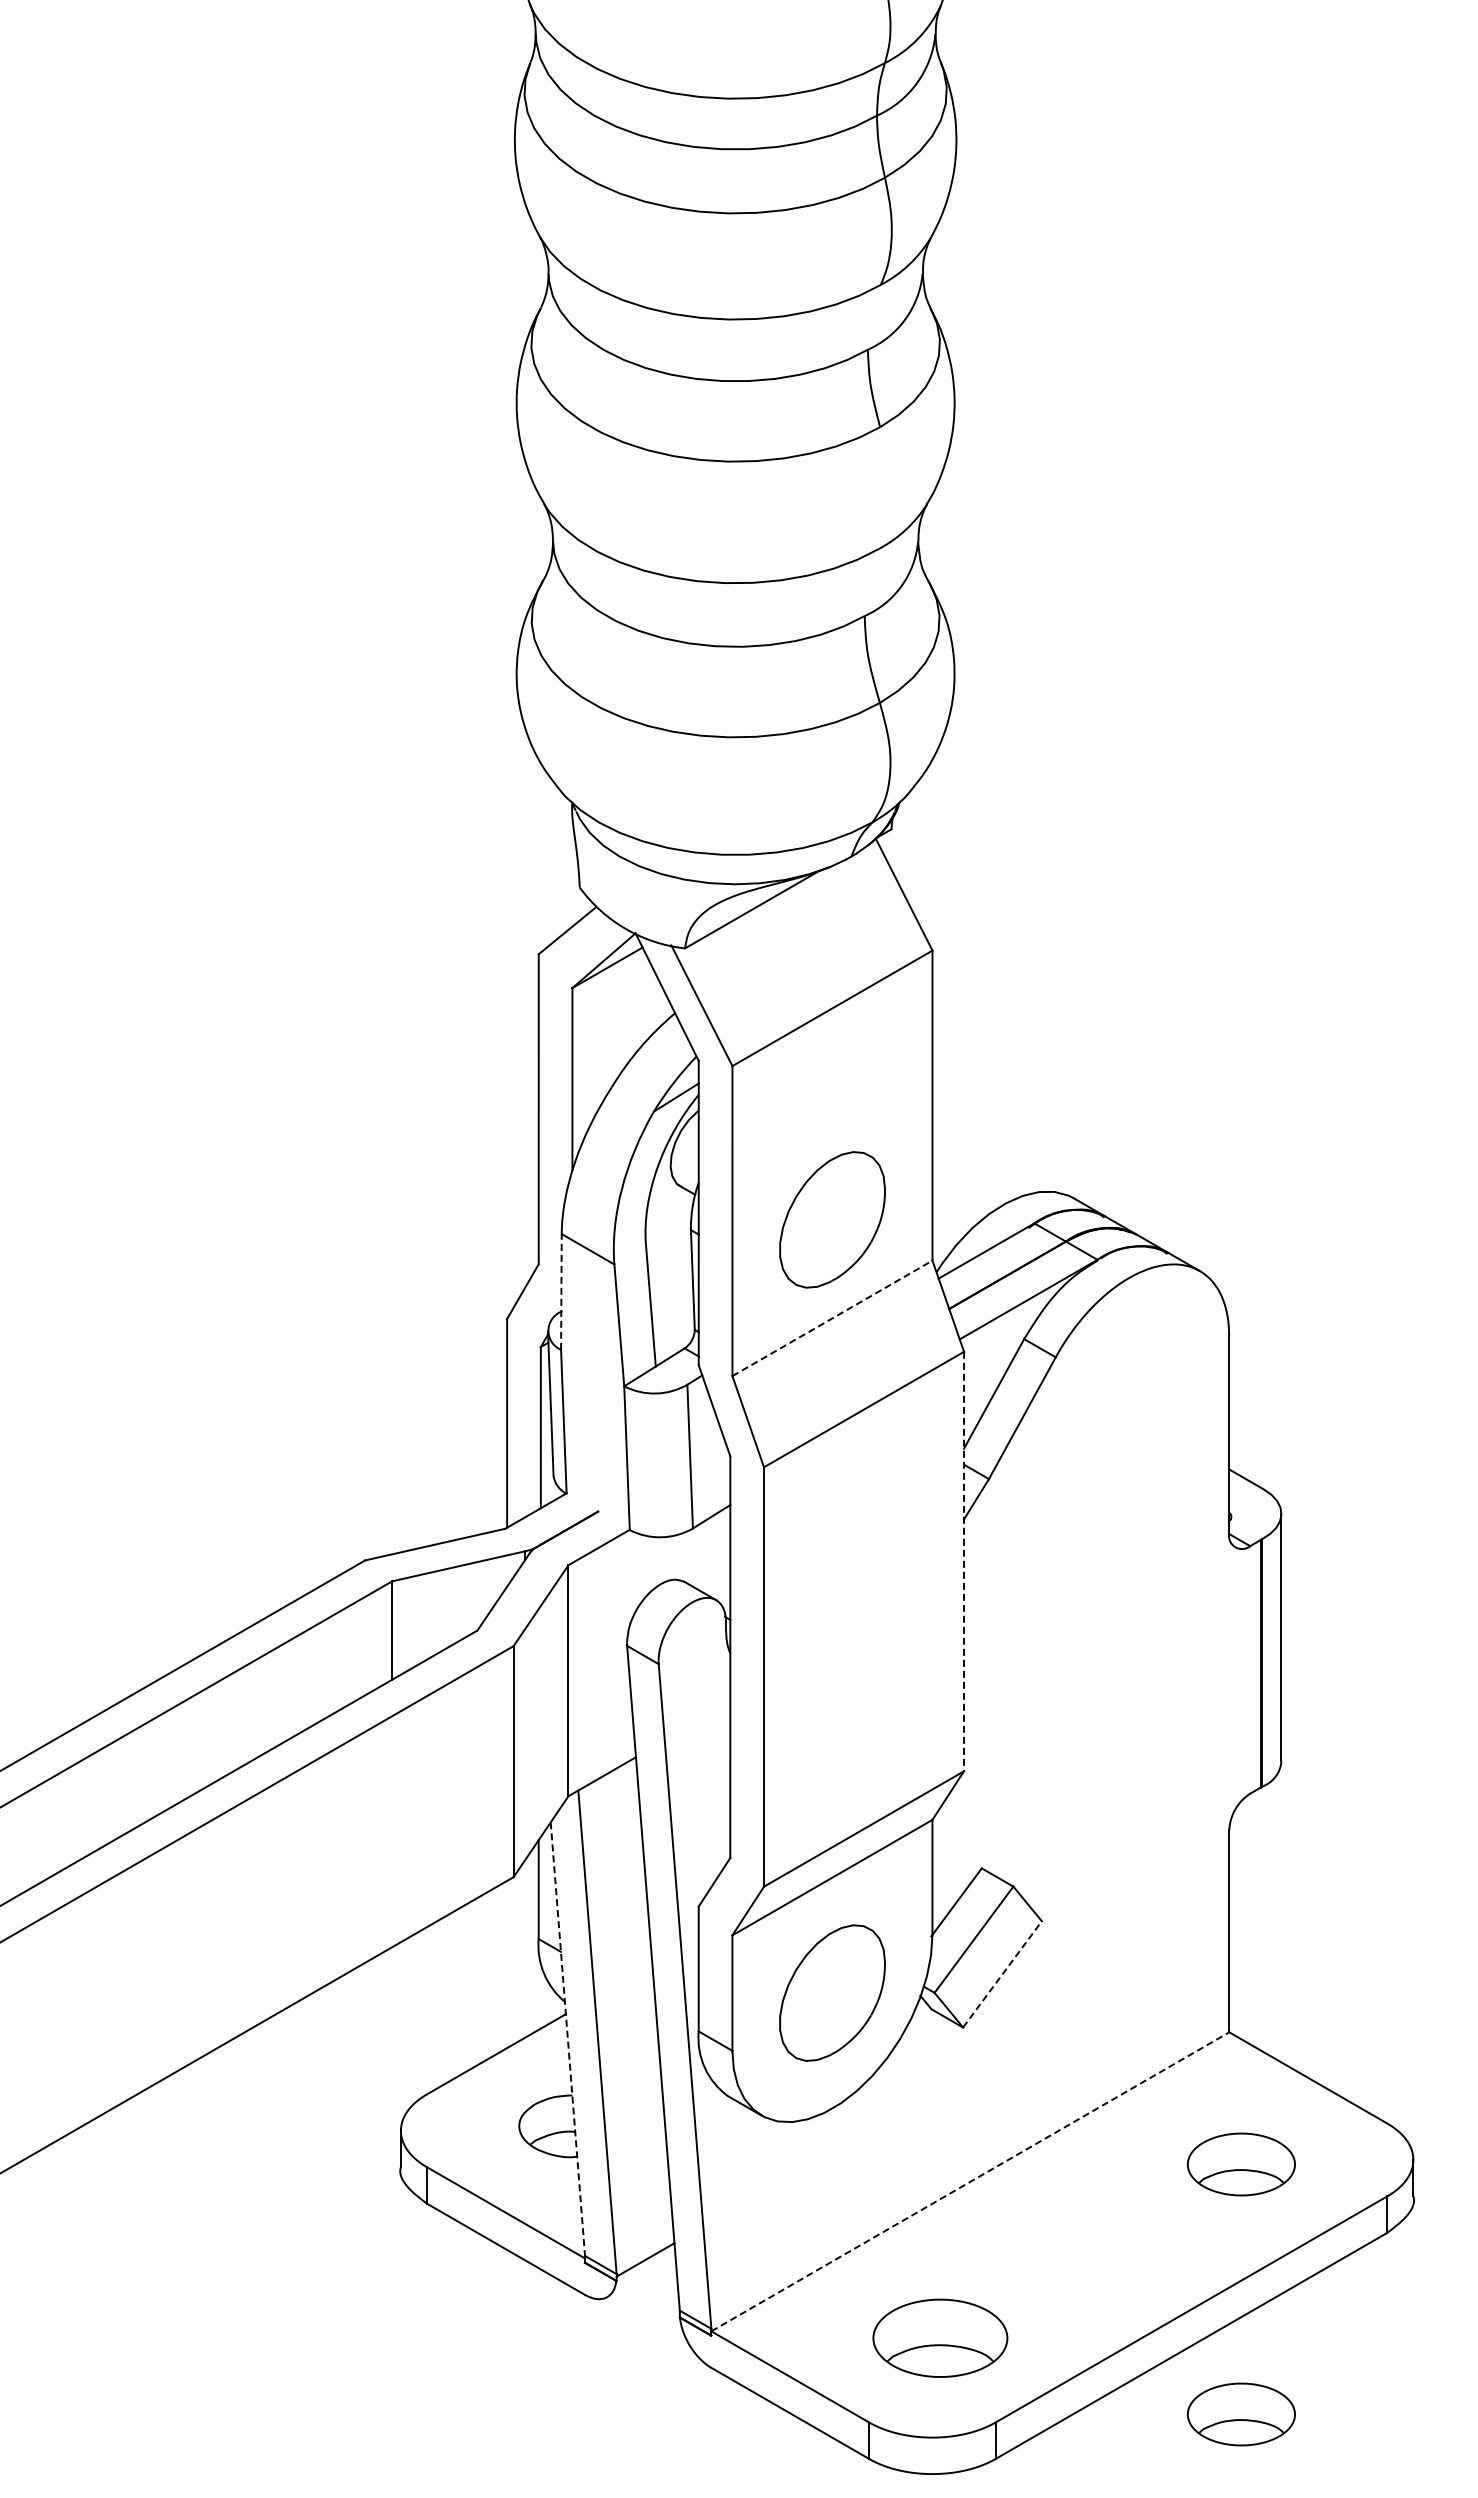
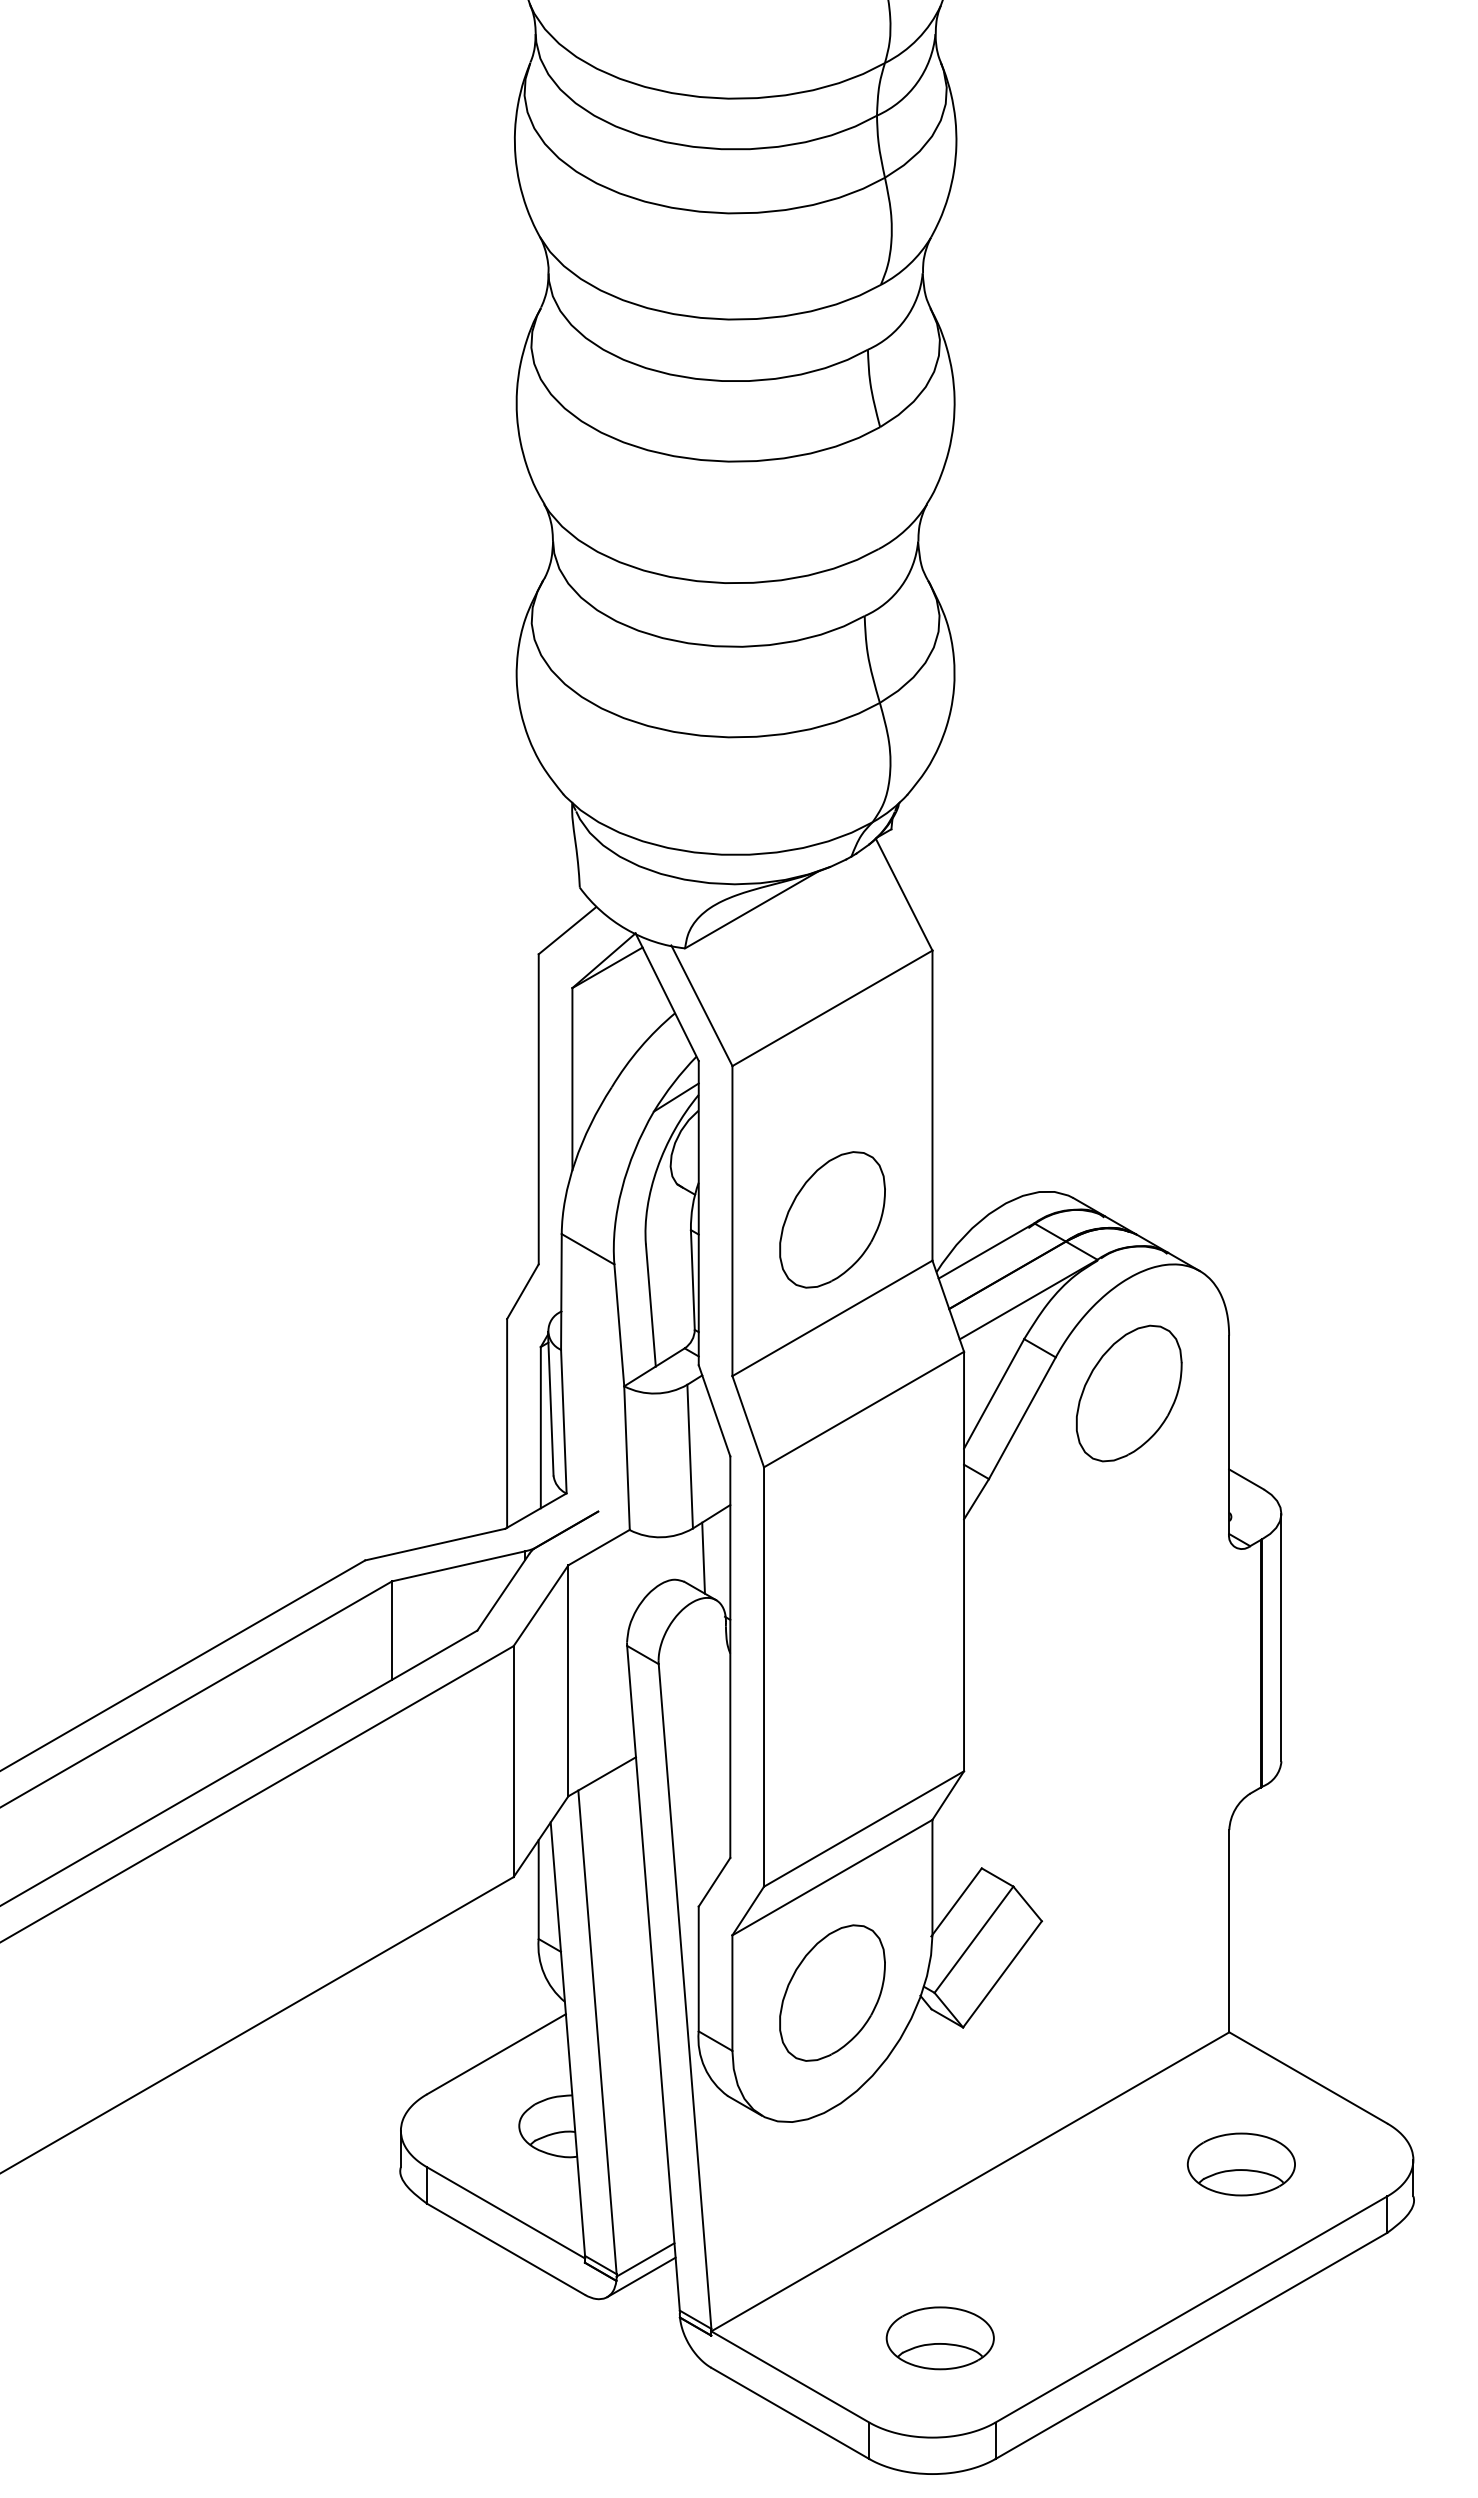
line at (561, 1291): dashed -> solid
line at (832, 1318): dashed -> solid
part at (1128, 1393): none -> present
line at (703, 1557): none -> present
line at (964, 1561): dashed -> solid
line at (1002, 1973): dashed -> solid
line at (567, 2039): dashed -> solid
line at (970, 2181): dashed -> solid
line at (641, 2277): none -> present
part at (940, 2337) size: 137x80 px -> 110x65 px
part at (1240, 2414): present -> none
